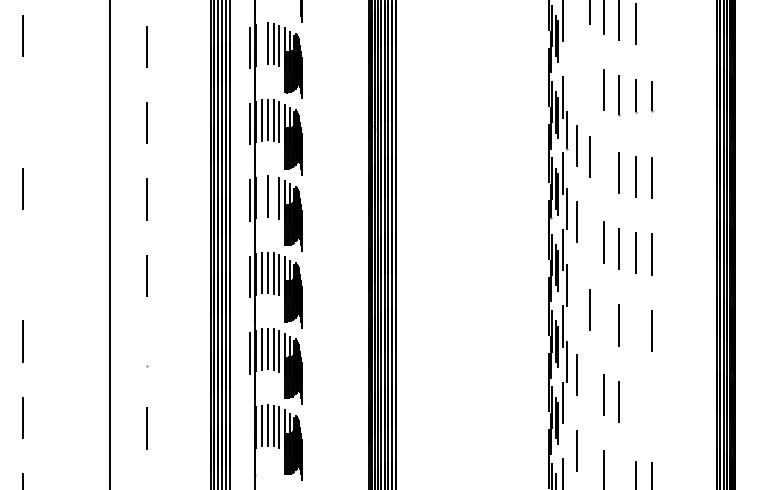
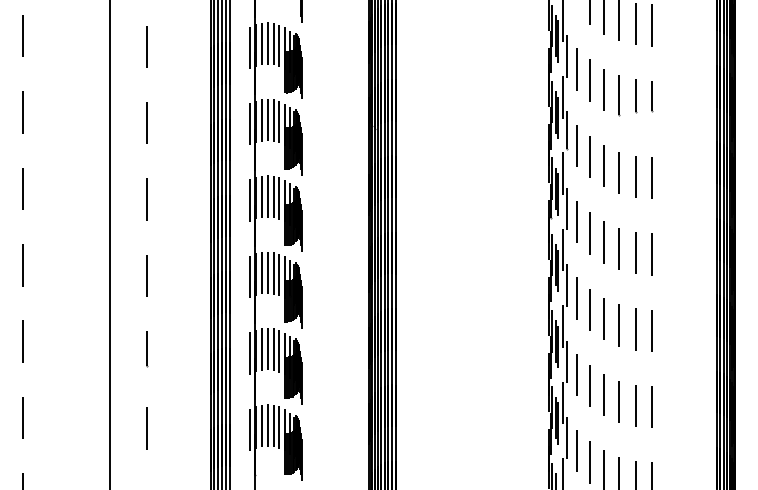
line at (652, 25): none -> present
line at (261, 43): none -> present
line at (566, 56): none -> present
line at (577, 69): none -> present
line at (589, 80): none -> present
line at (22, 112): none -> present
line at (603, 165): none -> present
line at (261, 196): none -> present
line at (273, 196): none -> present
line at (589, 233): none -> present
line at (22, 265): none -> present
line at (577, 298): none -> present
line at (603, 318): none -> present
line at (635, 329): none -> present
line at (146, 348): none -> present
line at (589, 385): none -> present
line at (635, 405): none -> present
line at (651, 406): none -> present
line at (250, 429): none -> present
line at (566, 437): none -> present
line at (589, 462): none -> present
line at (619, 471): none -> present
